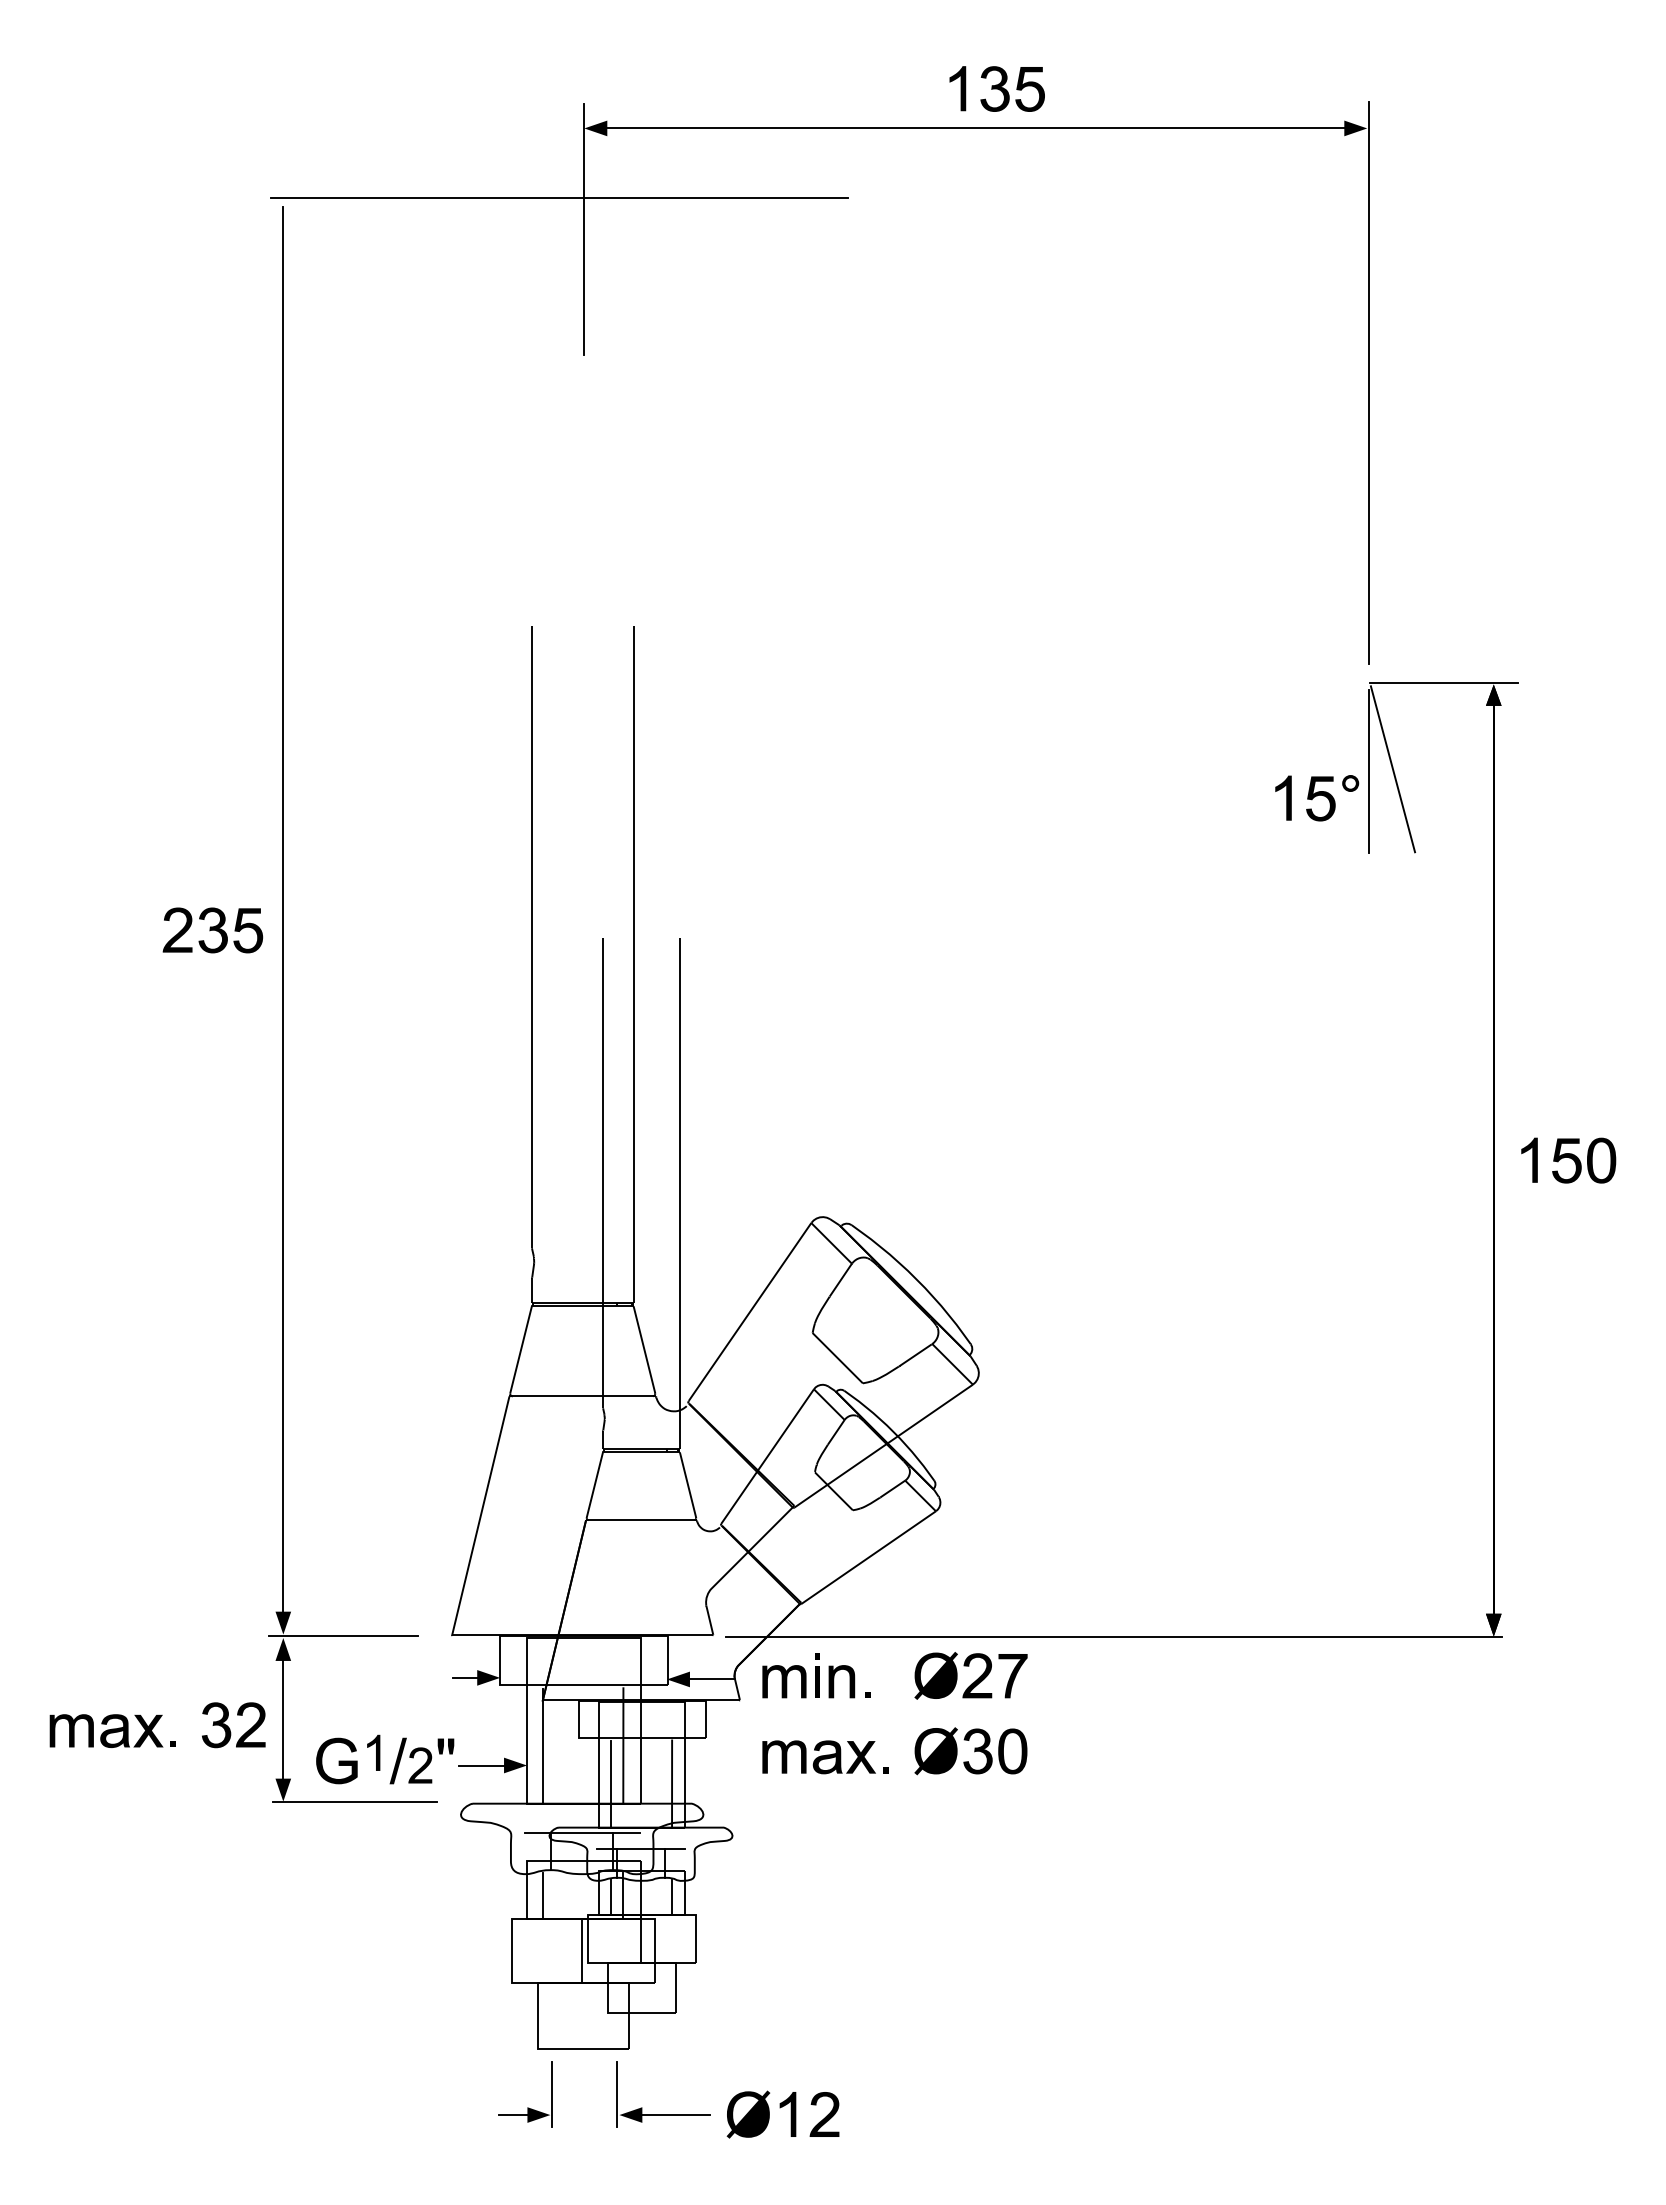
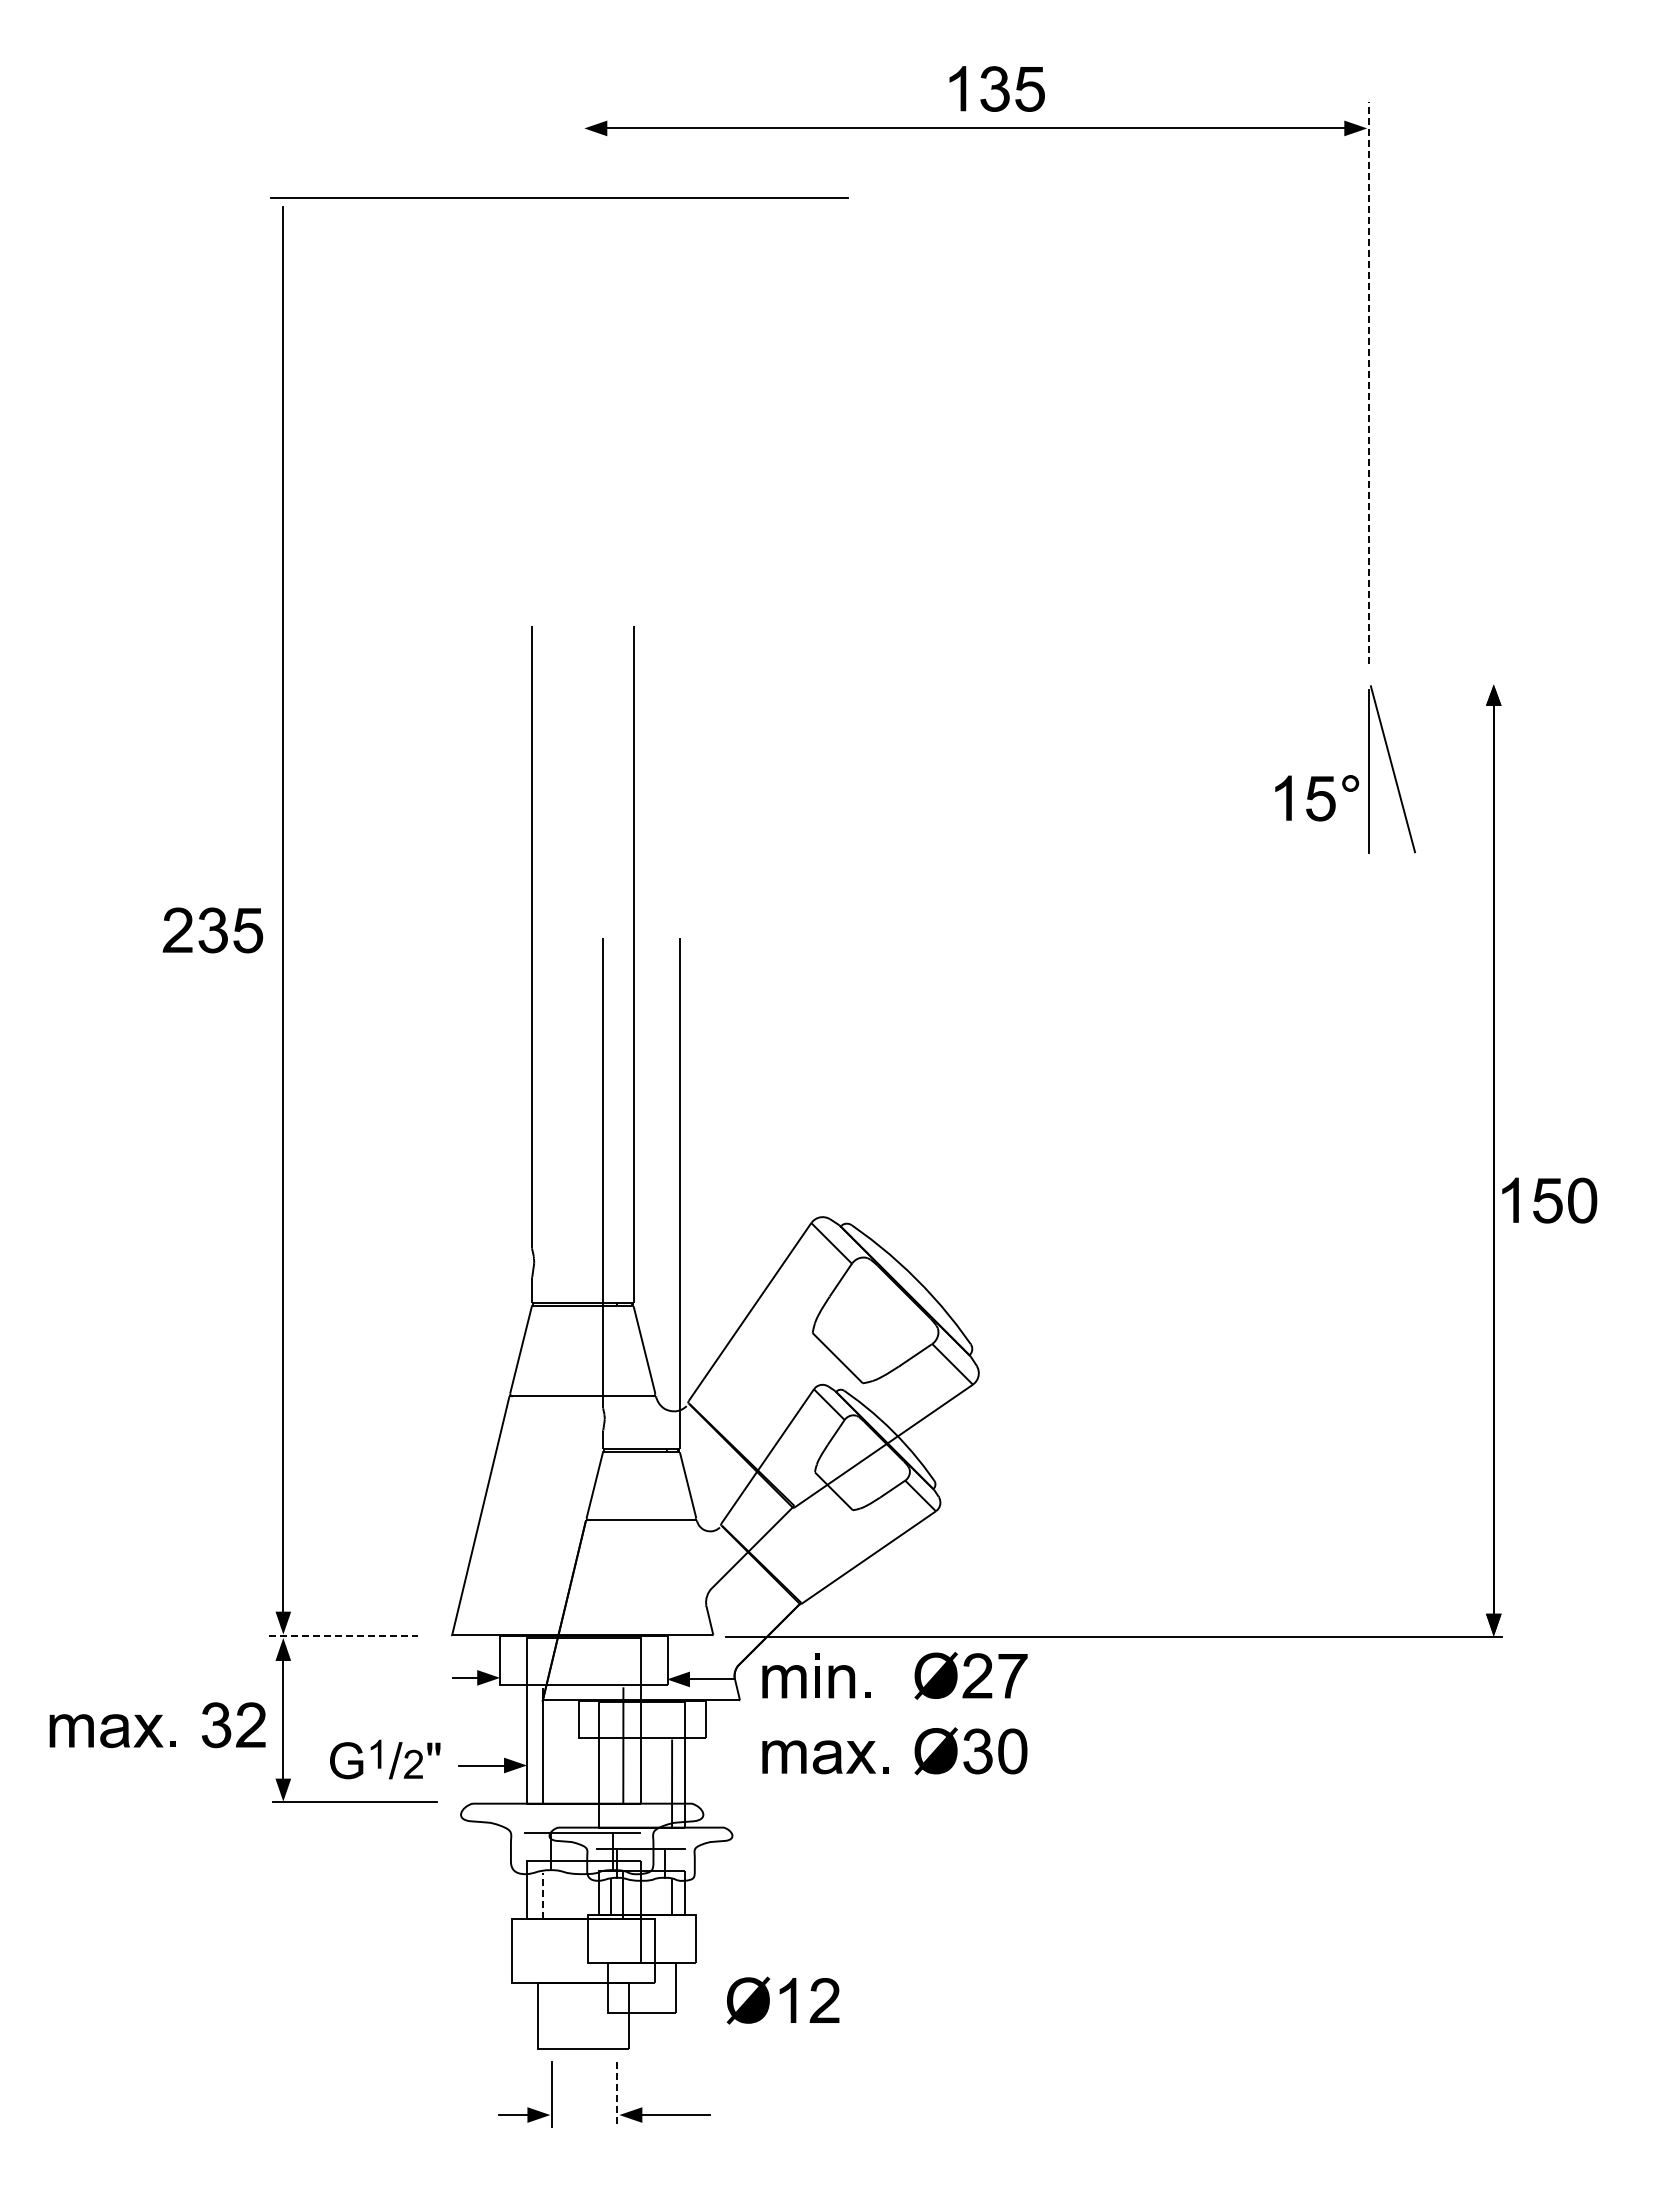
line at (584, 229): present -> none
line at (1369, 382): solid -> dashed
line at (1443, 683): present -> none
part at (1568, 1160) position: (1568, 1160) -> (1549, 1200)
line at (343, 1636): solid -> dashed
part at (385, 1759) size: 139x51 px -> 111x41 px
line at (611, 1784): present -> none
line at (542, 1895): solid -> dashed
line at (581, 1950): present -> none
line at (617, 2095): solid -> dashed
part at (780, 2108) position: (780, 2108) -> (780, 1994)
